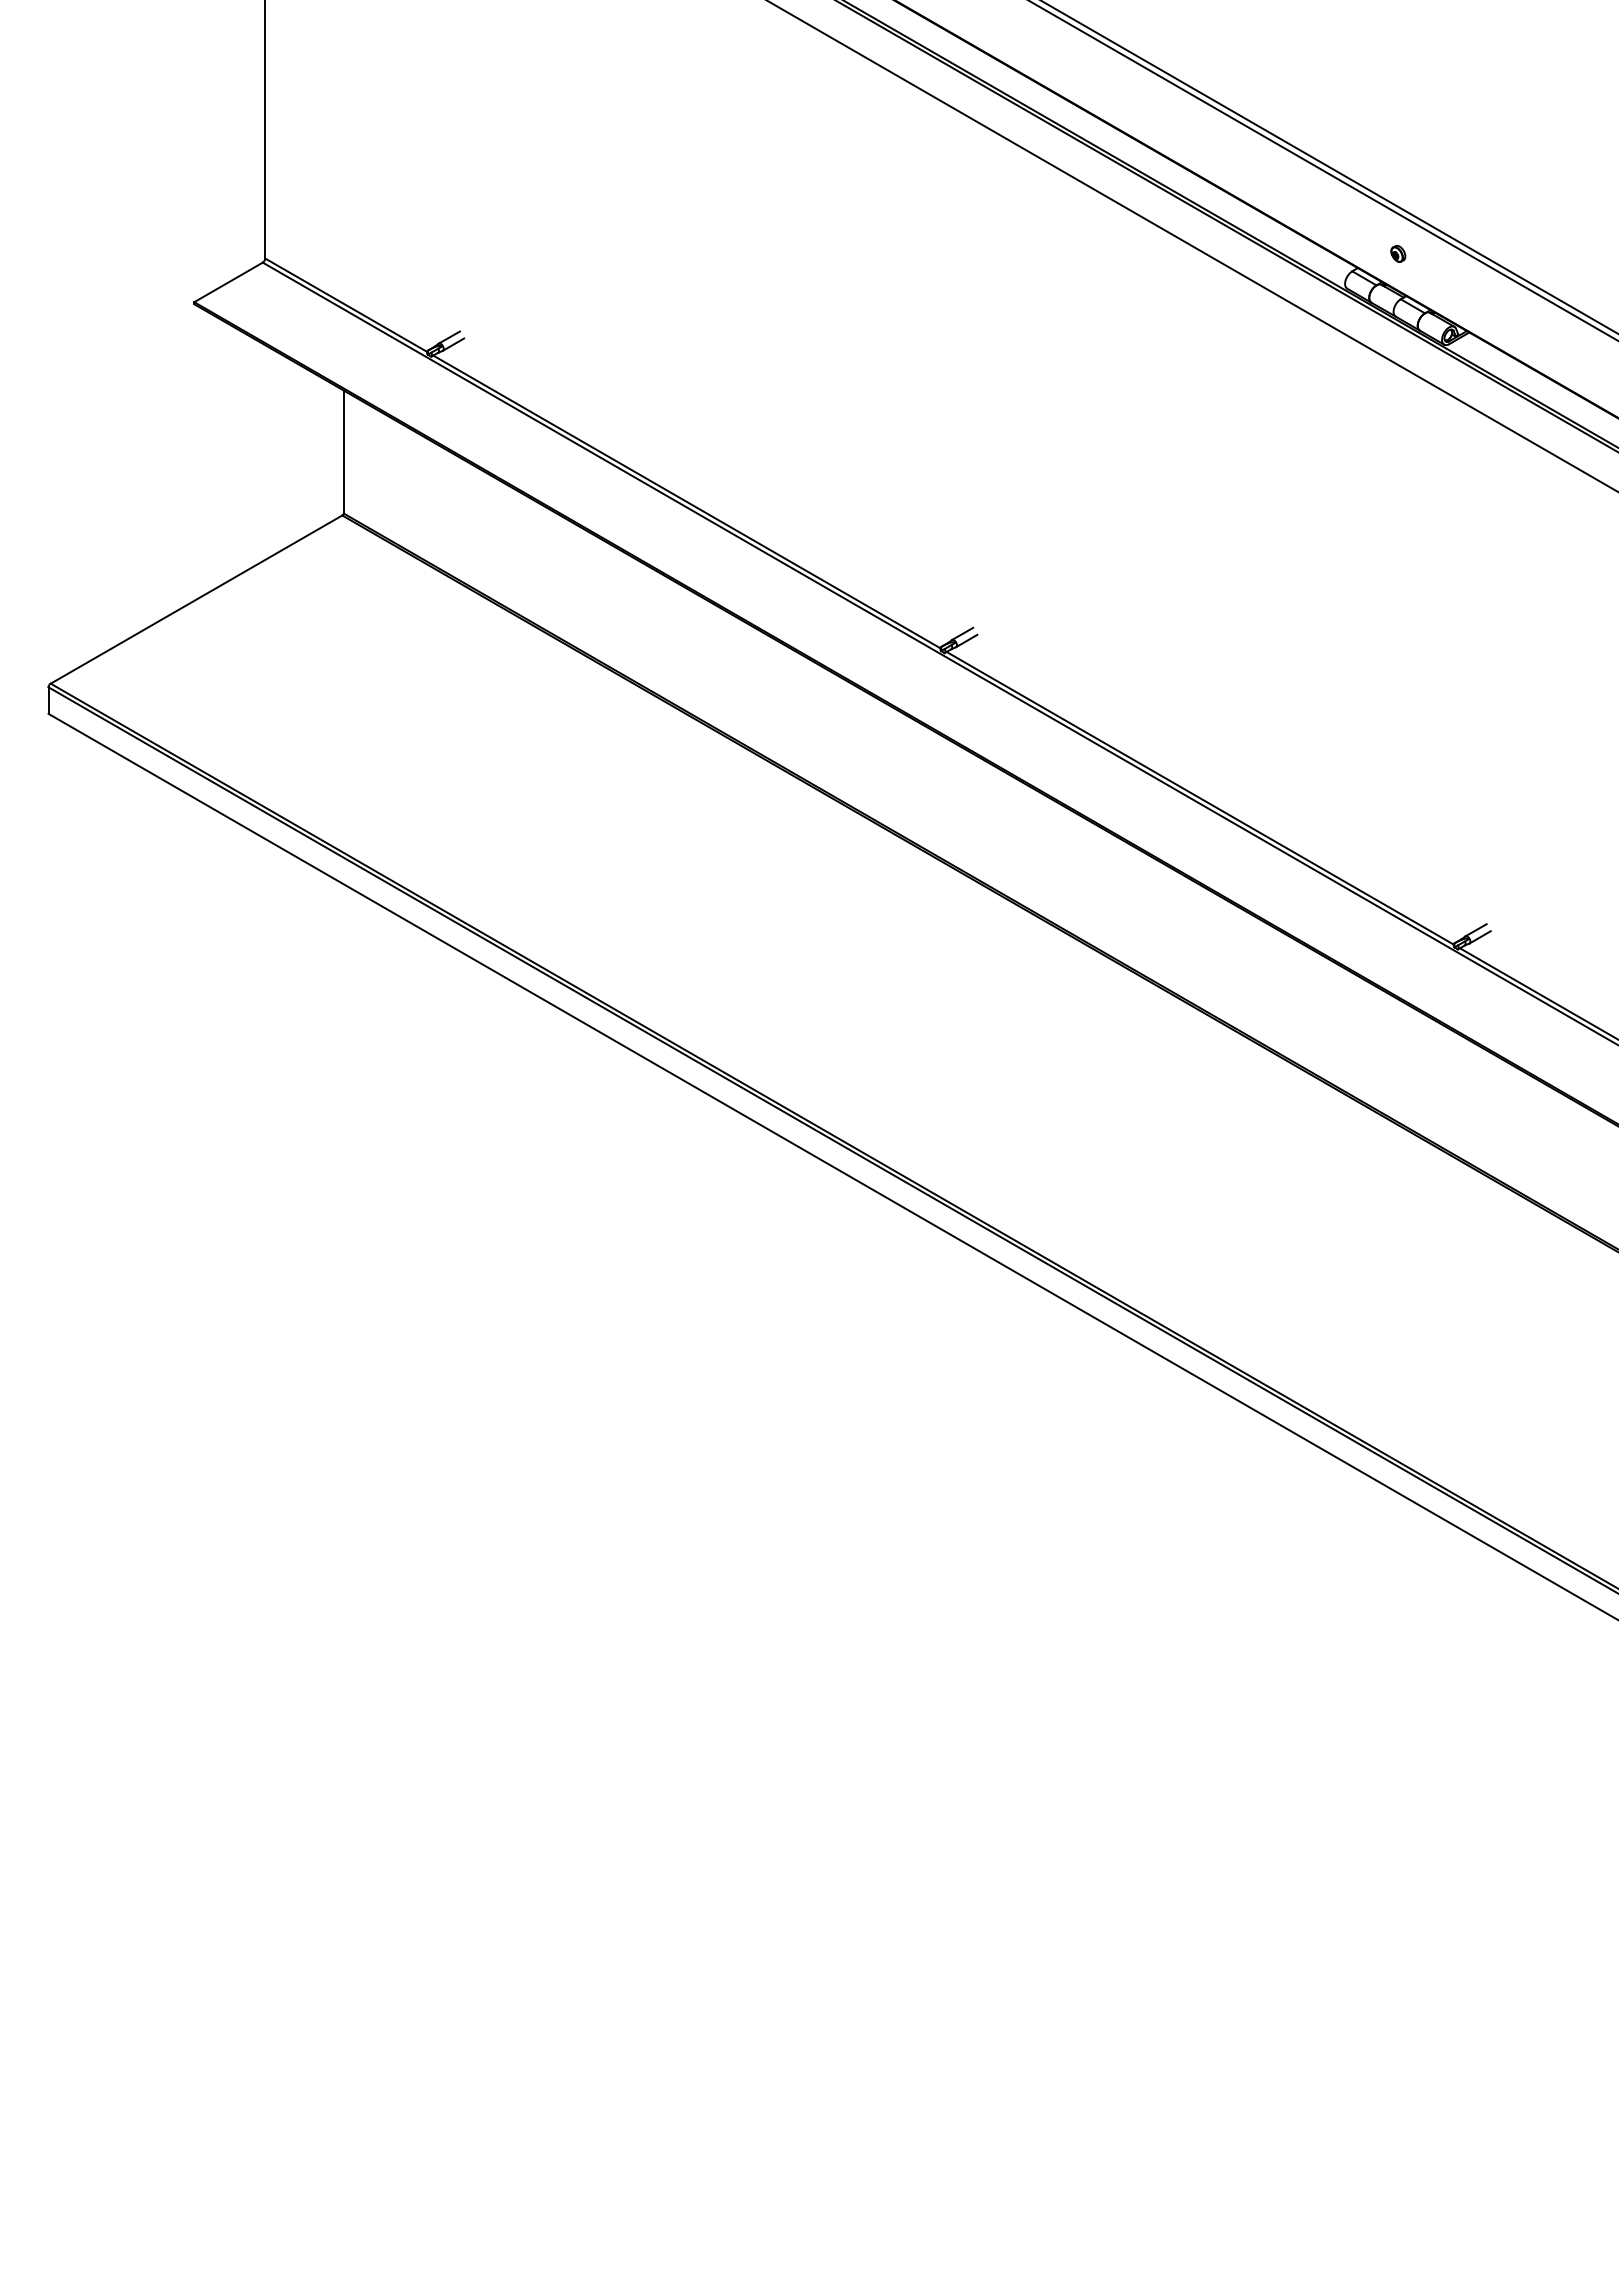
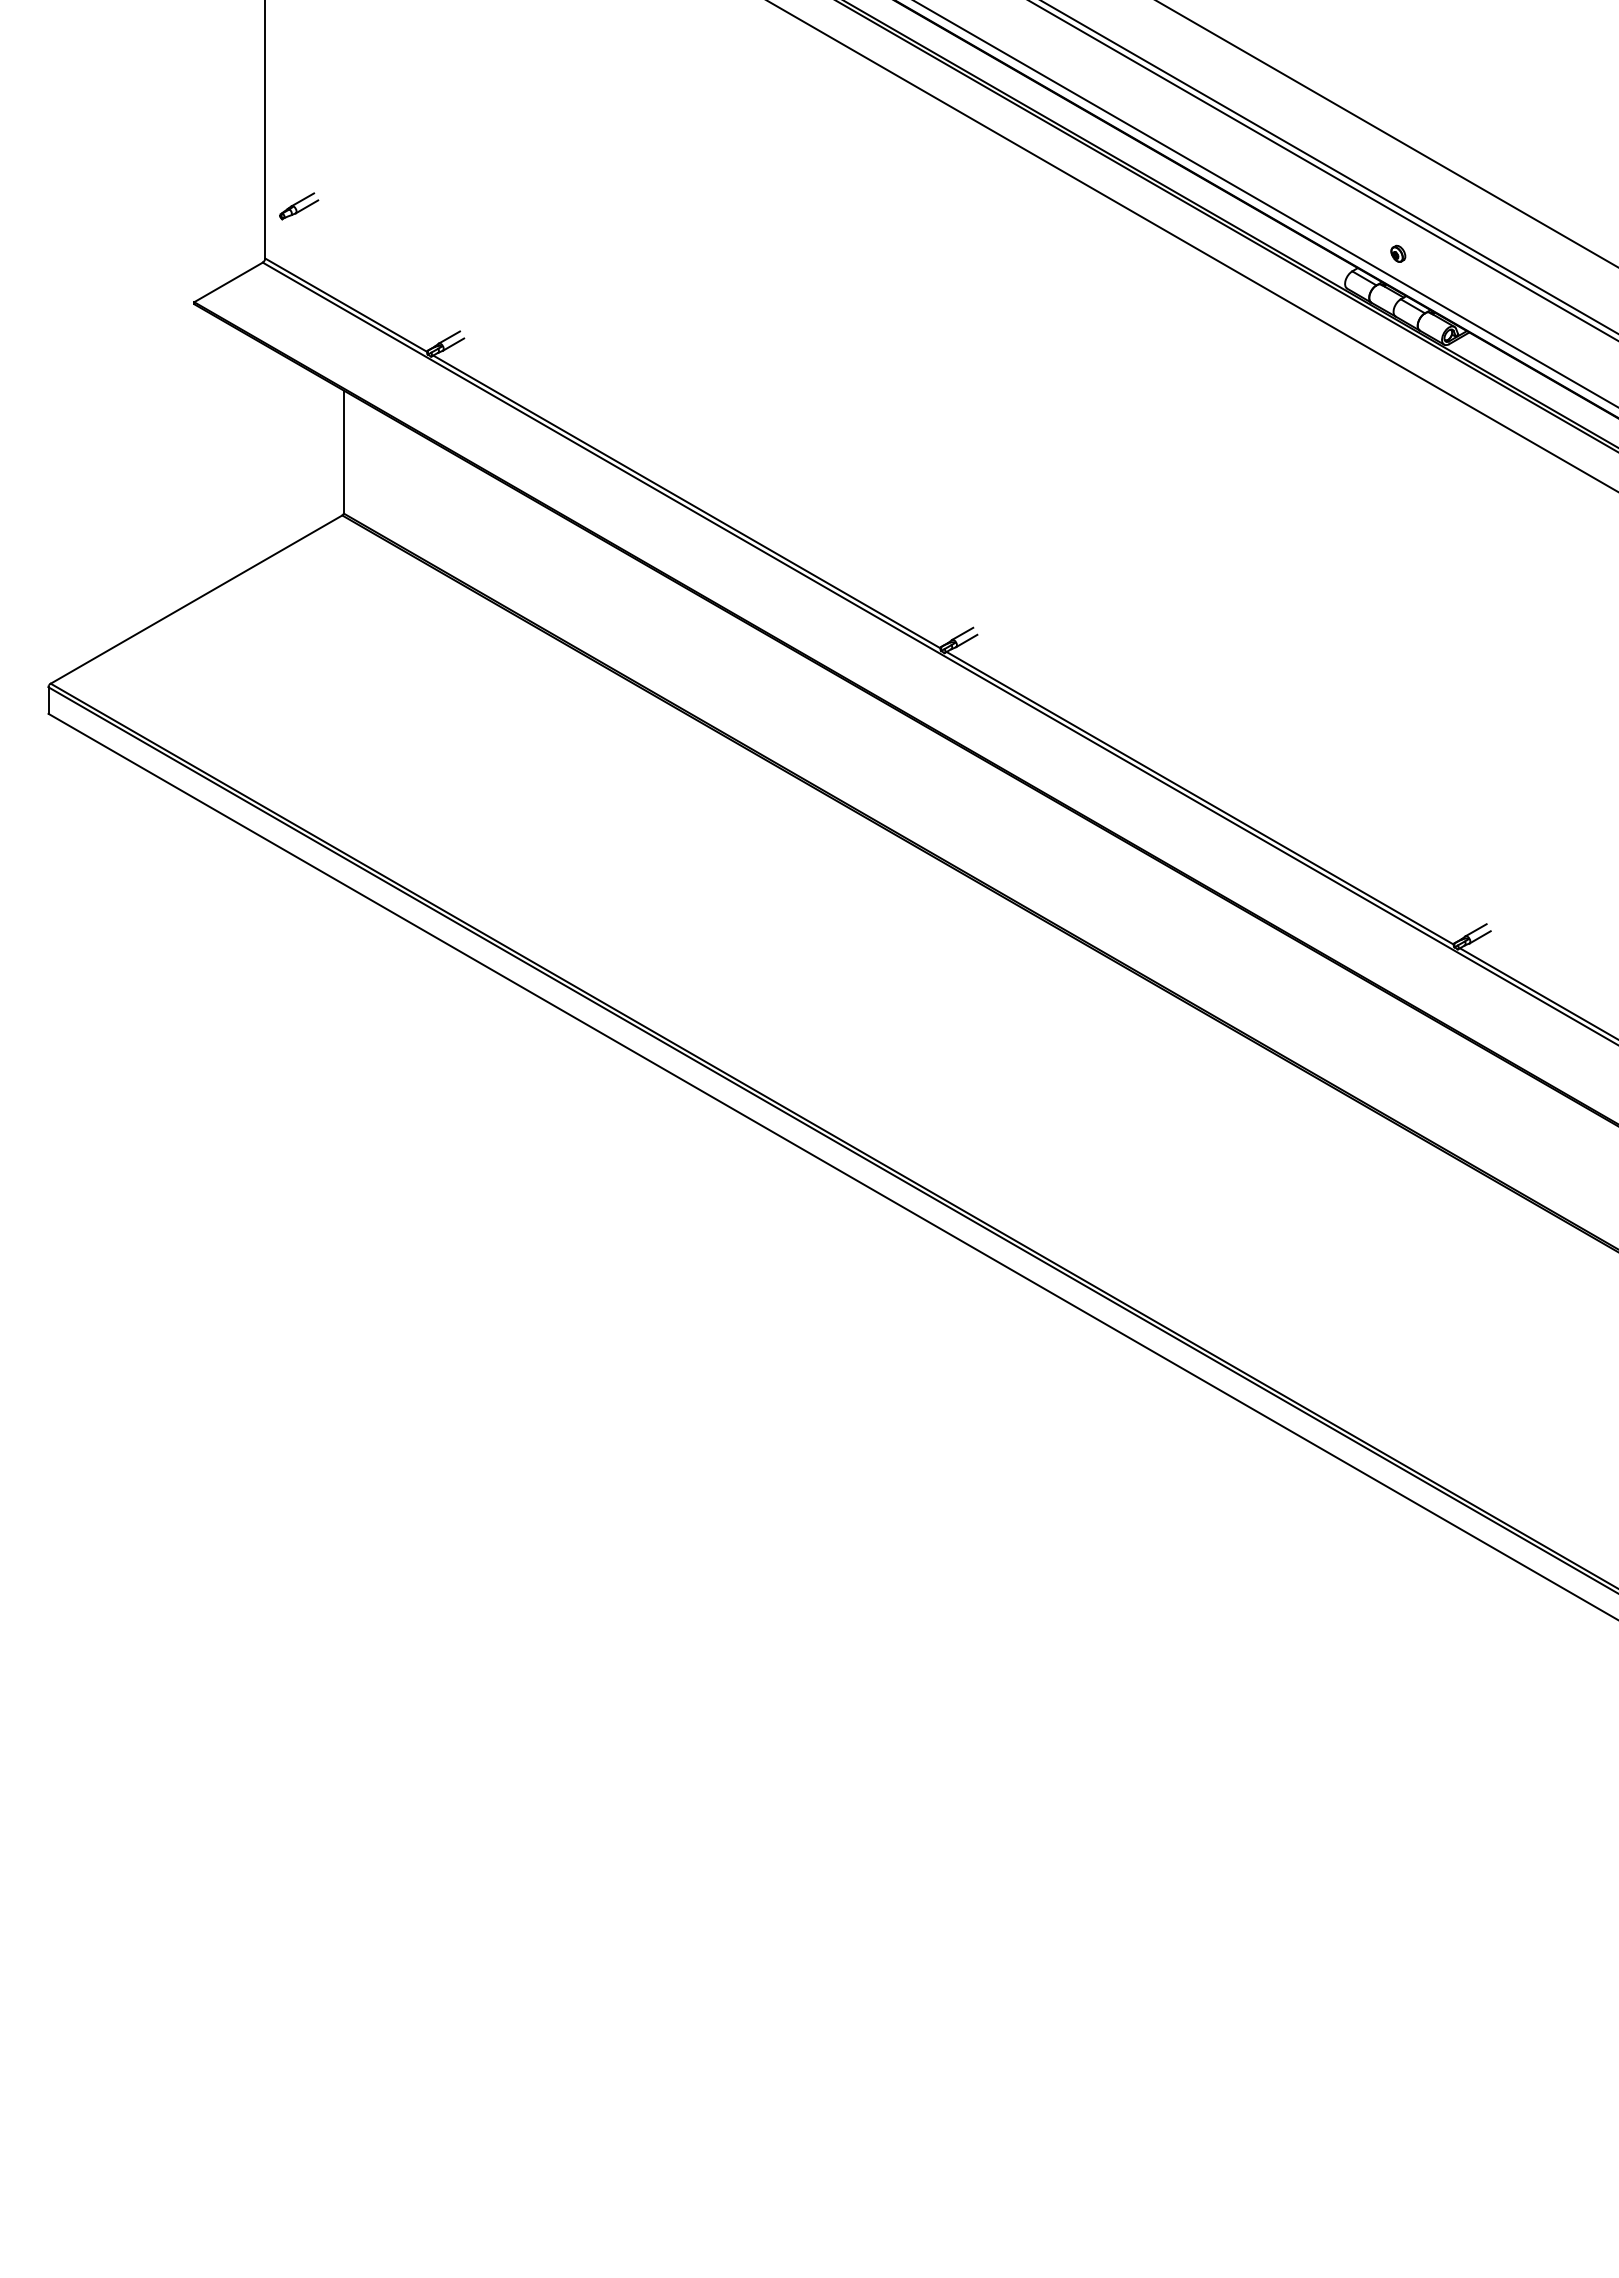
line at (1387, 133): none -> present
line at (1265, 203): none -> present
part at (299, 206): none -> present
